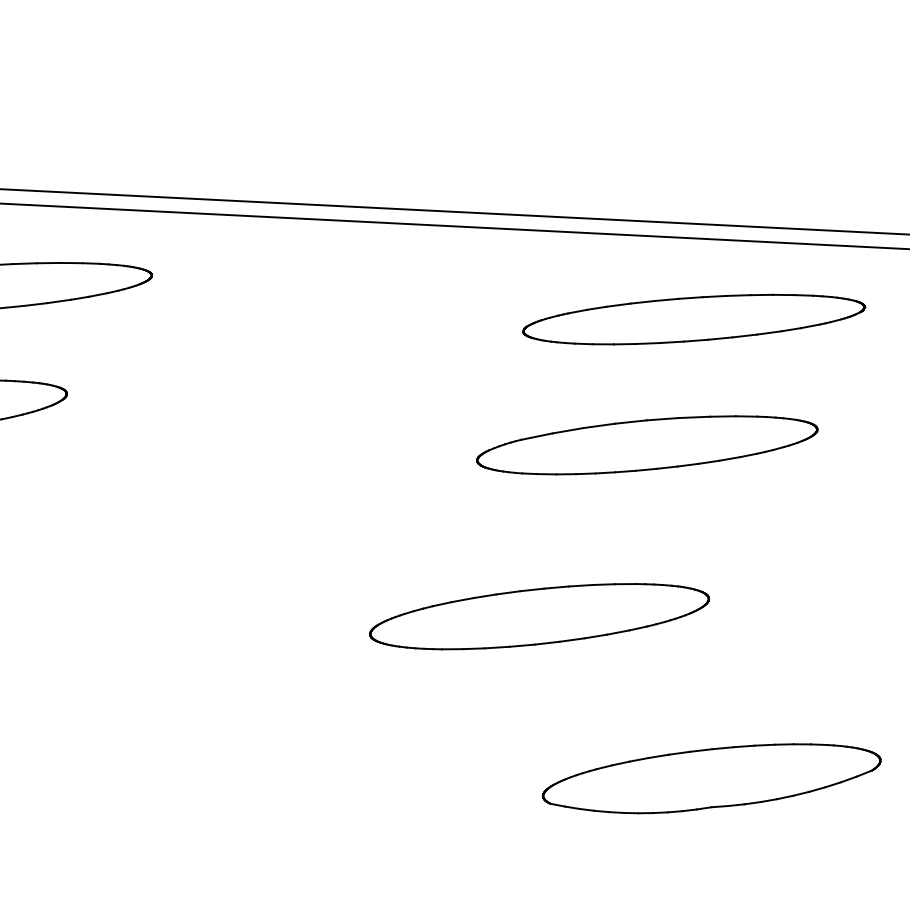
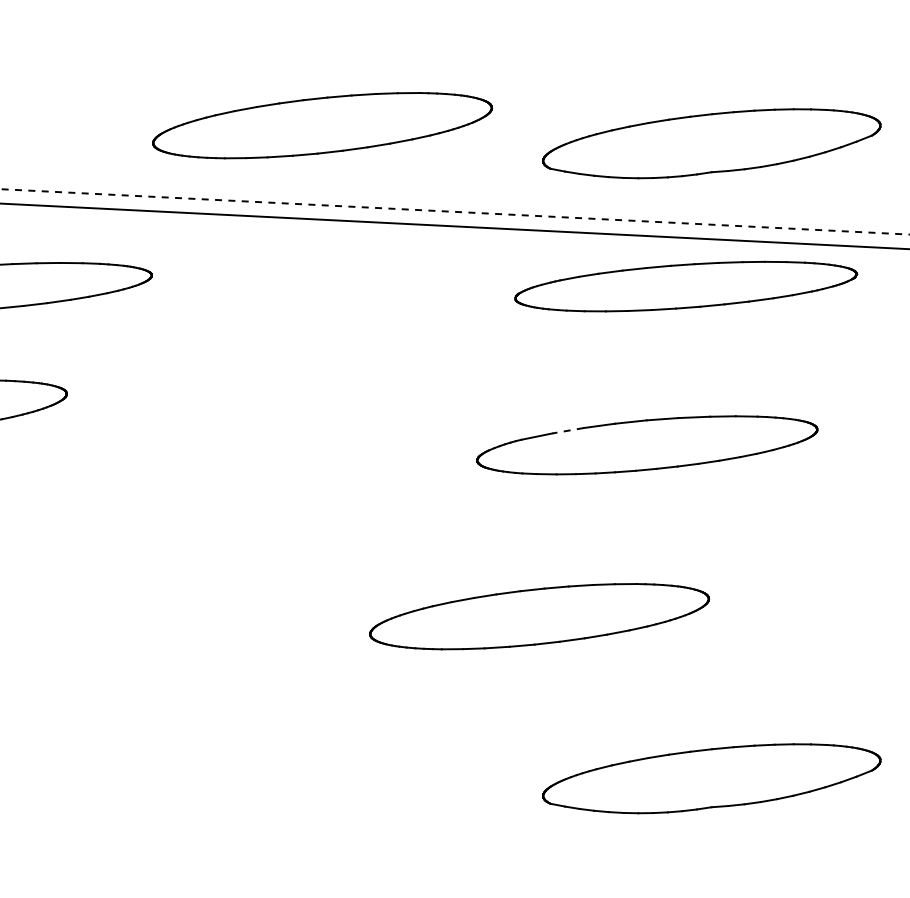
part at (322, 125): none -> present
part at (711, 143): none -> present
line at (455, 211): solid -> dashed
part at (694, 319) position: (694, 319) -> (686, 286)
line at (568, 430): solid -> dashed
